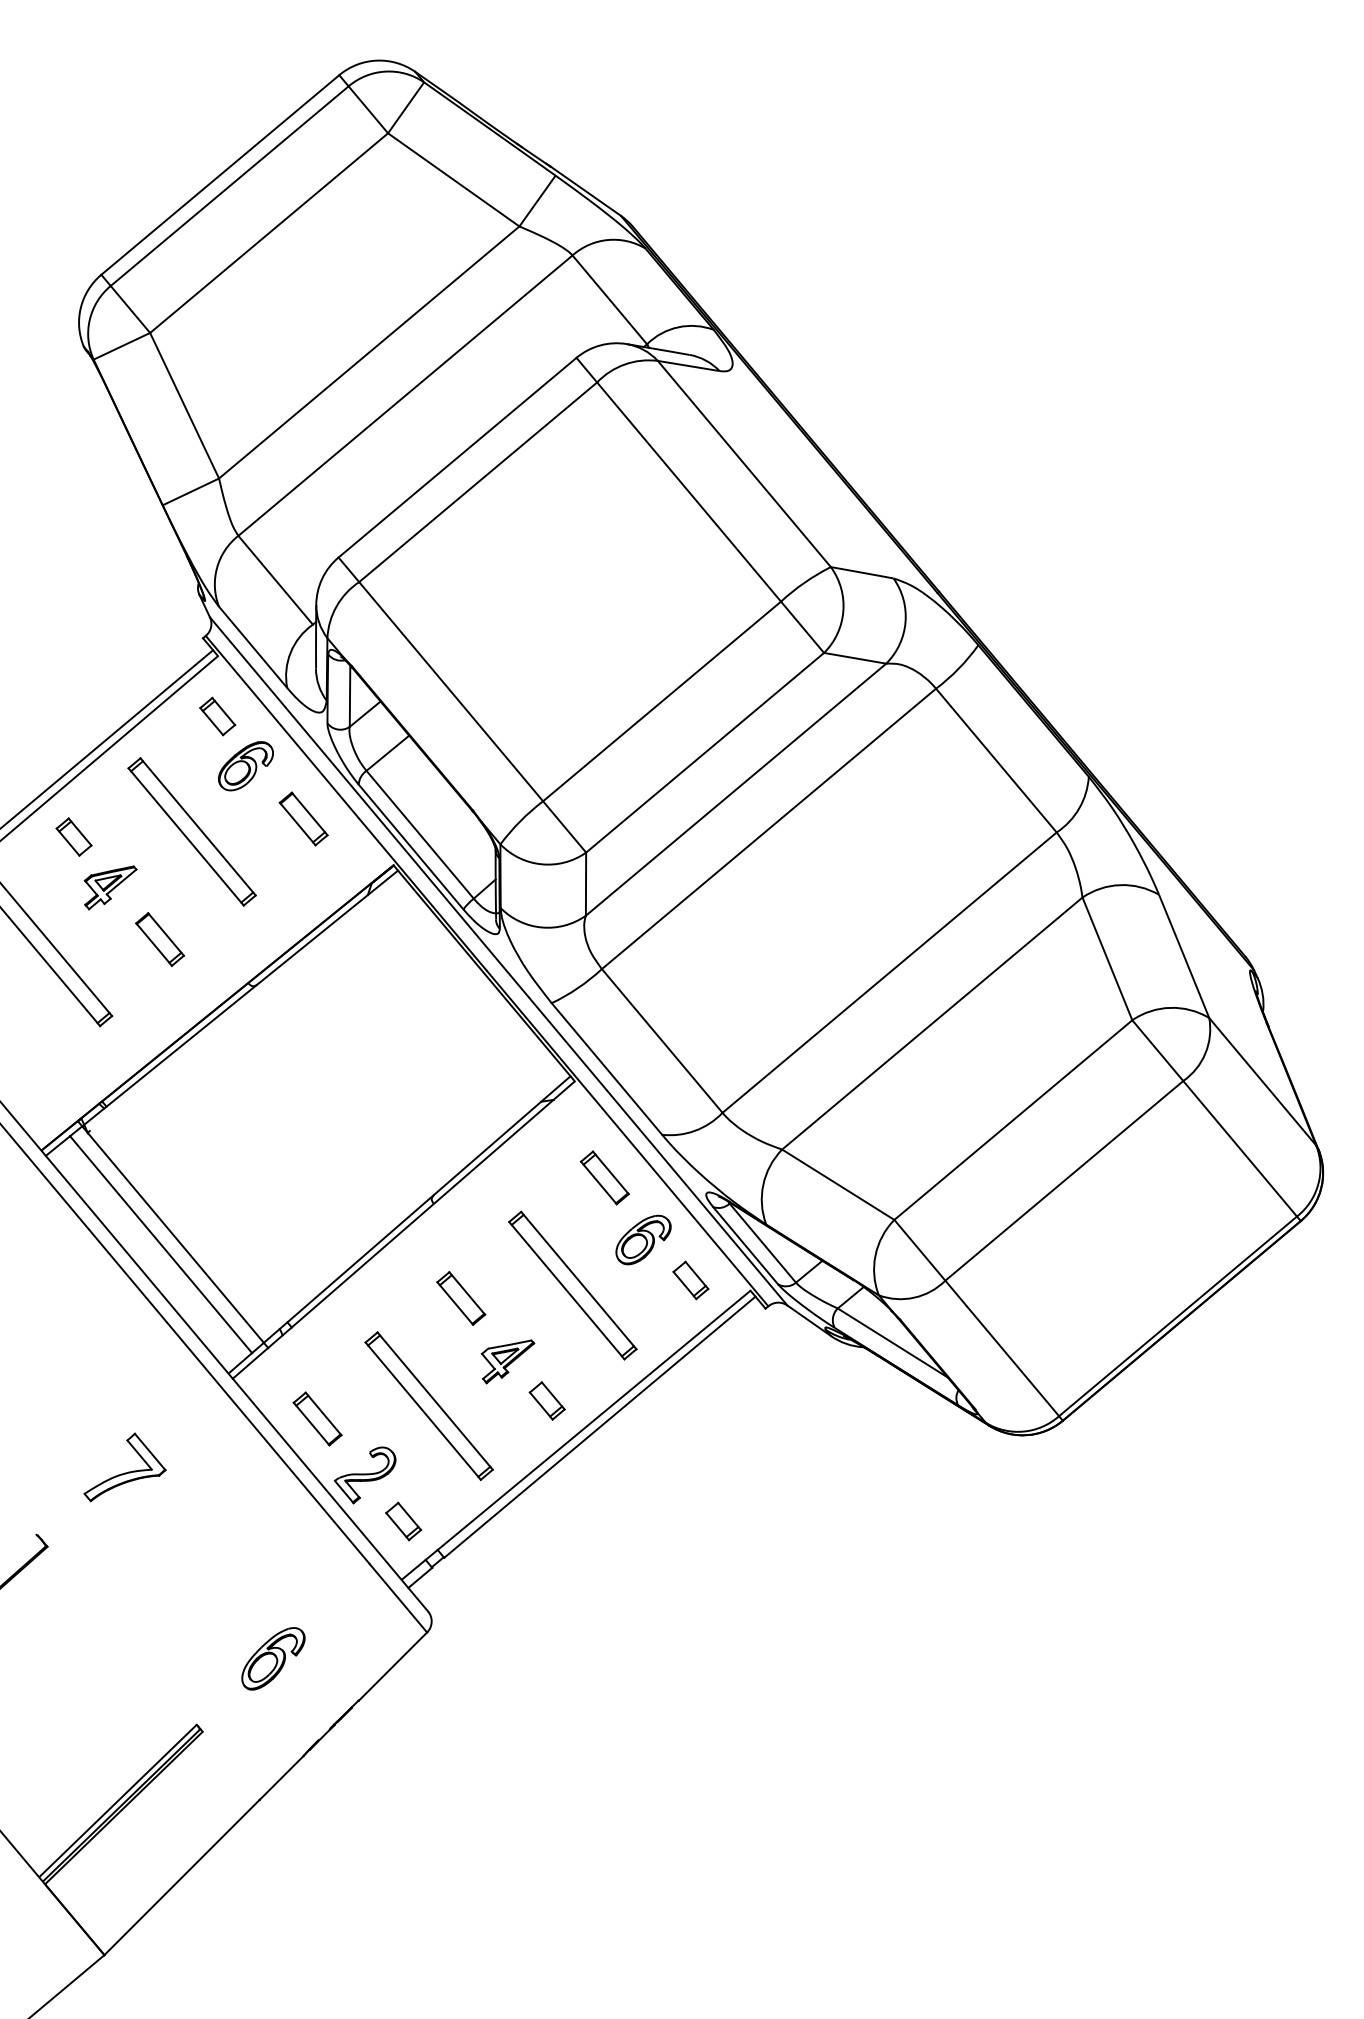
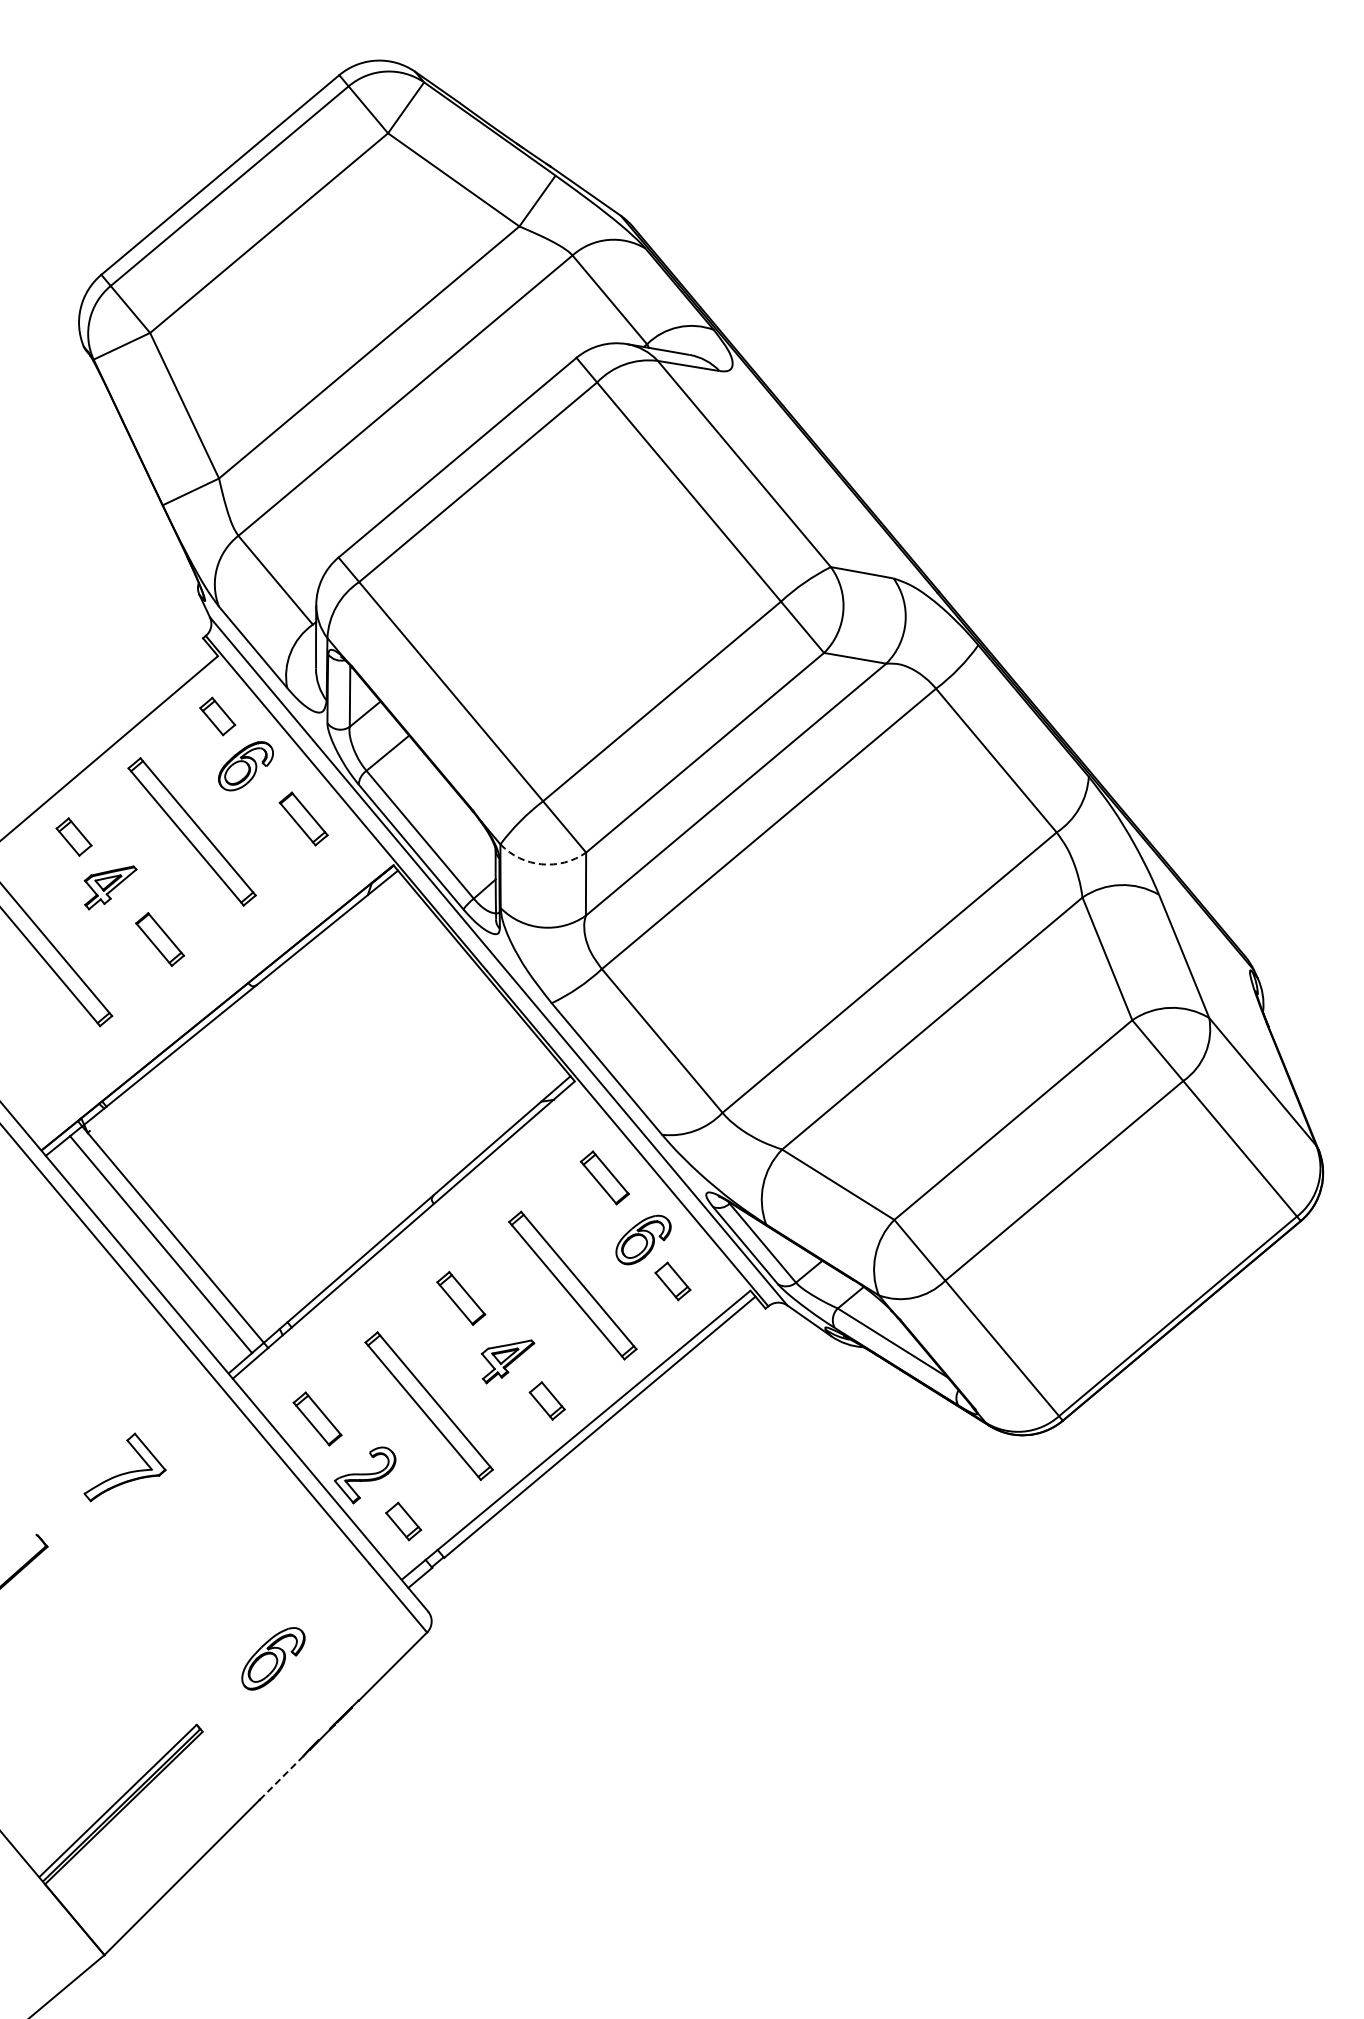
line at (107, 738): present -> none
arc at (541, 864): solid -> dashed
part at (690, 1280) position: (690, 1280) -> (672, 1281)
line at (282, 1777): solid -> dashed
